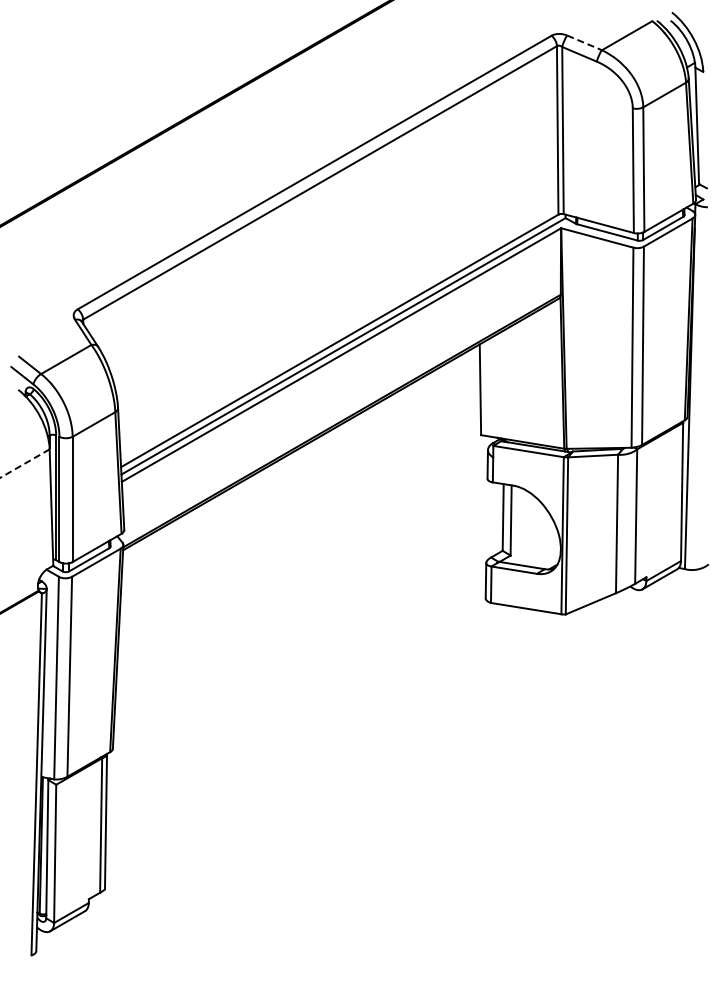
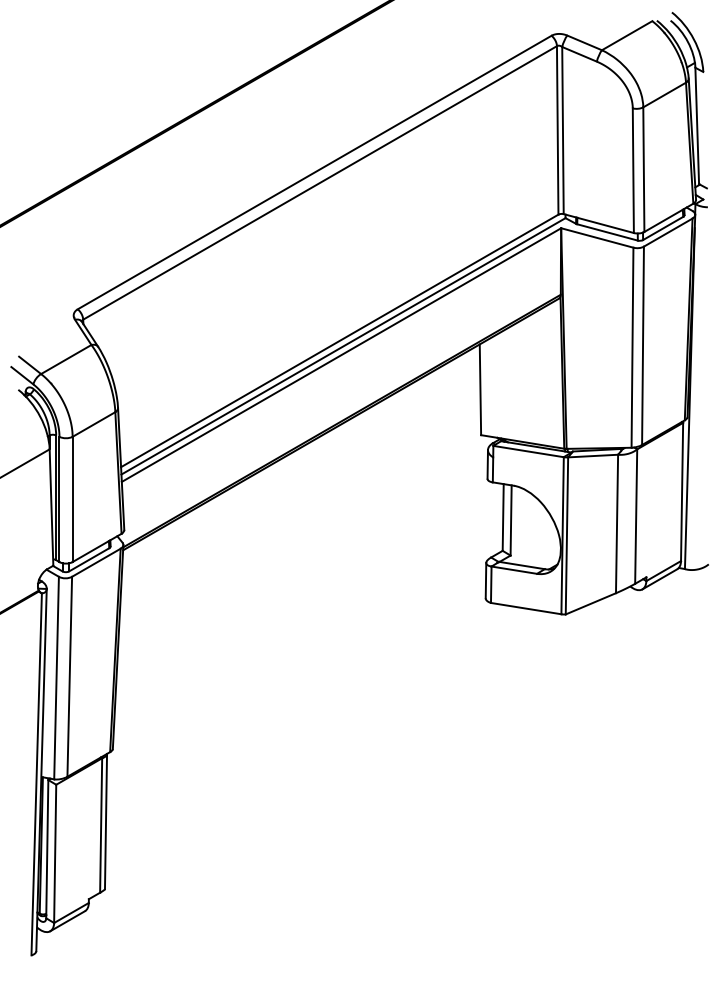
line at (584, 42): dashed -> solid
line at (24, 463): dashed -> solid
